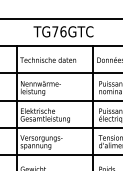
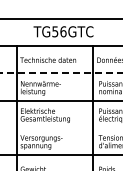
text at (55, 31): TG76GTC -> TG56GTC
line at (61, 73): solid -> dashed
line at (60, 127): present -> none
